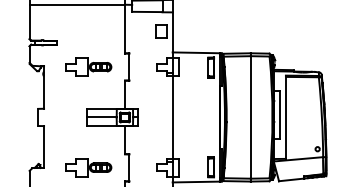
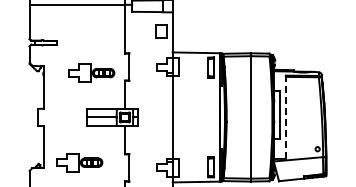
part at (88, 66) position: (88, 66) -> (91, 72)
line at (285, 117): solid -> dashed
part at (88, 167) position: (88, 167) -> (79, 162)
